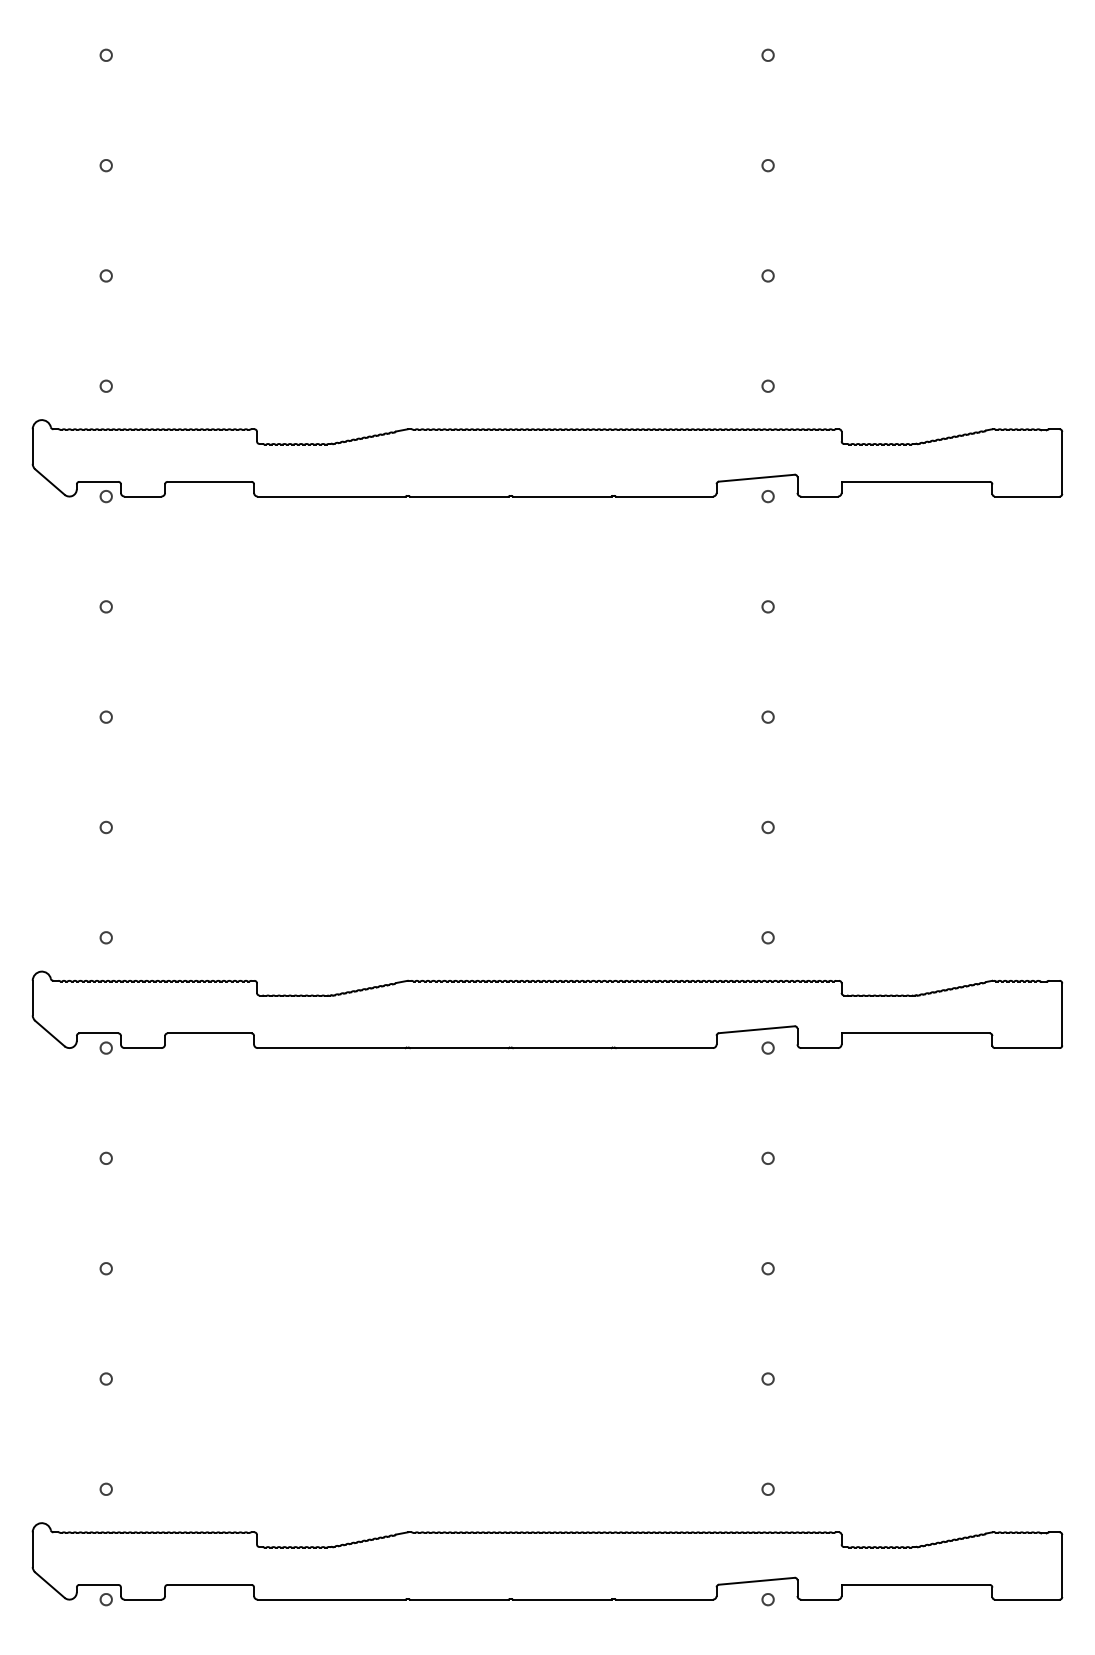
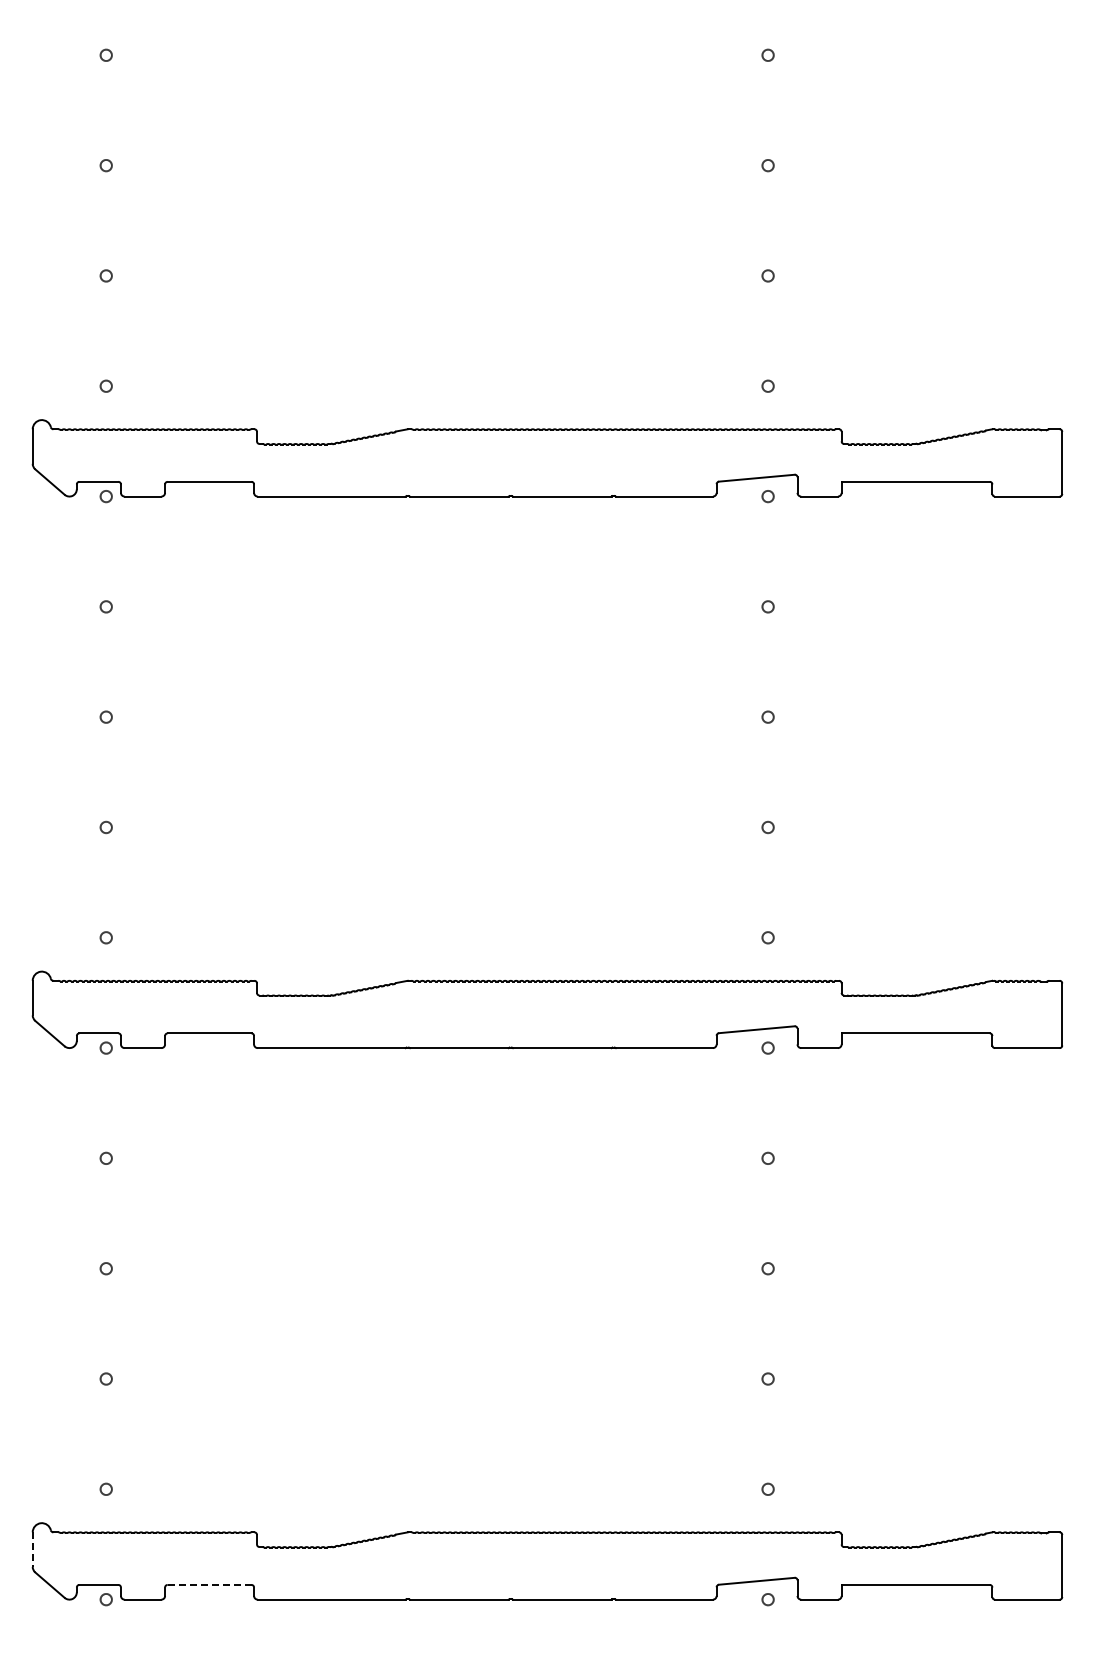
line at (32, 1550): solid -> dashed
line at (209, 1584): solid -> dashed
